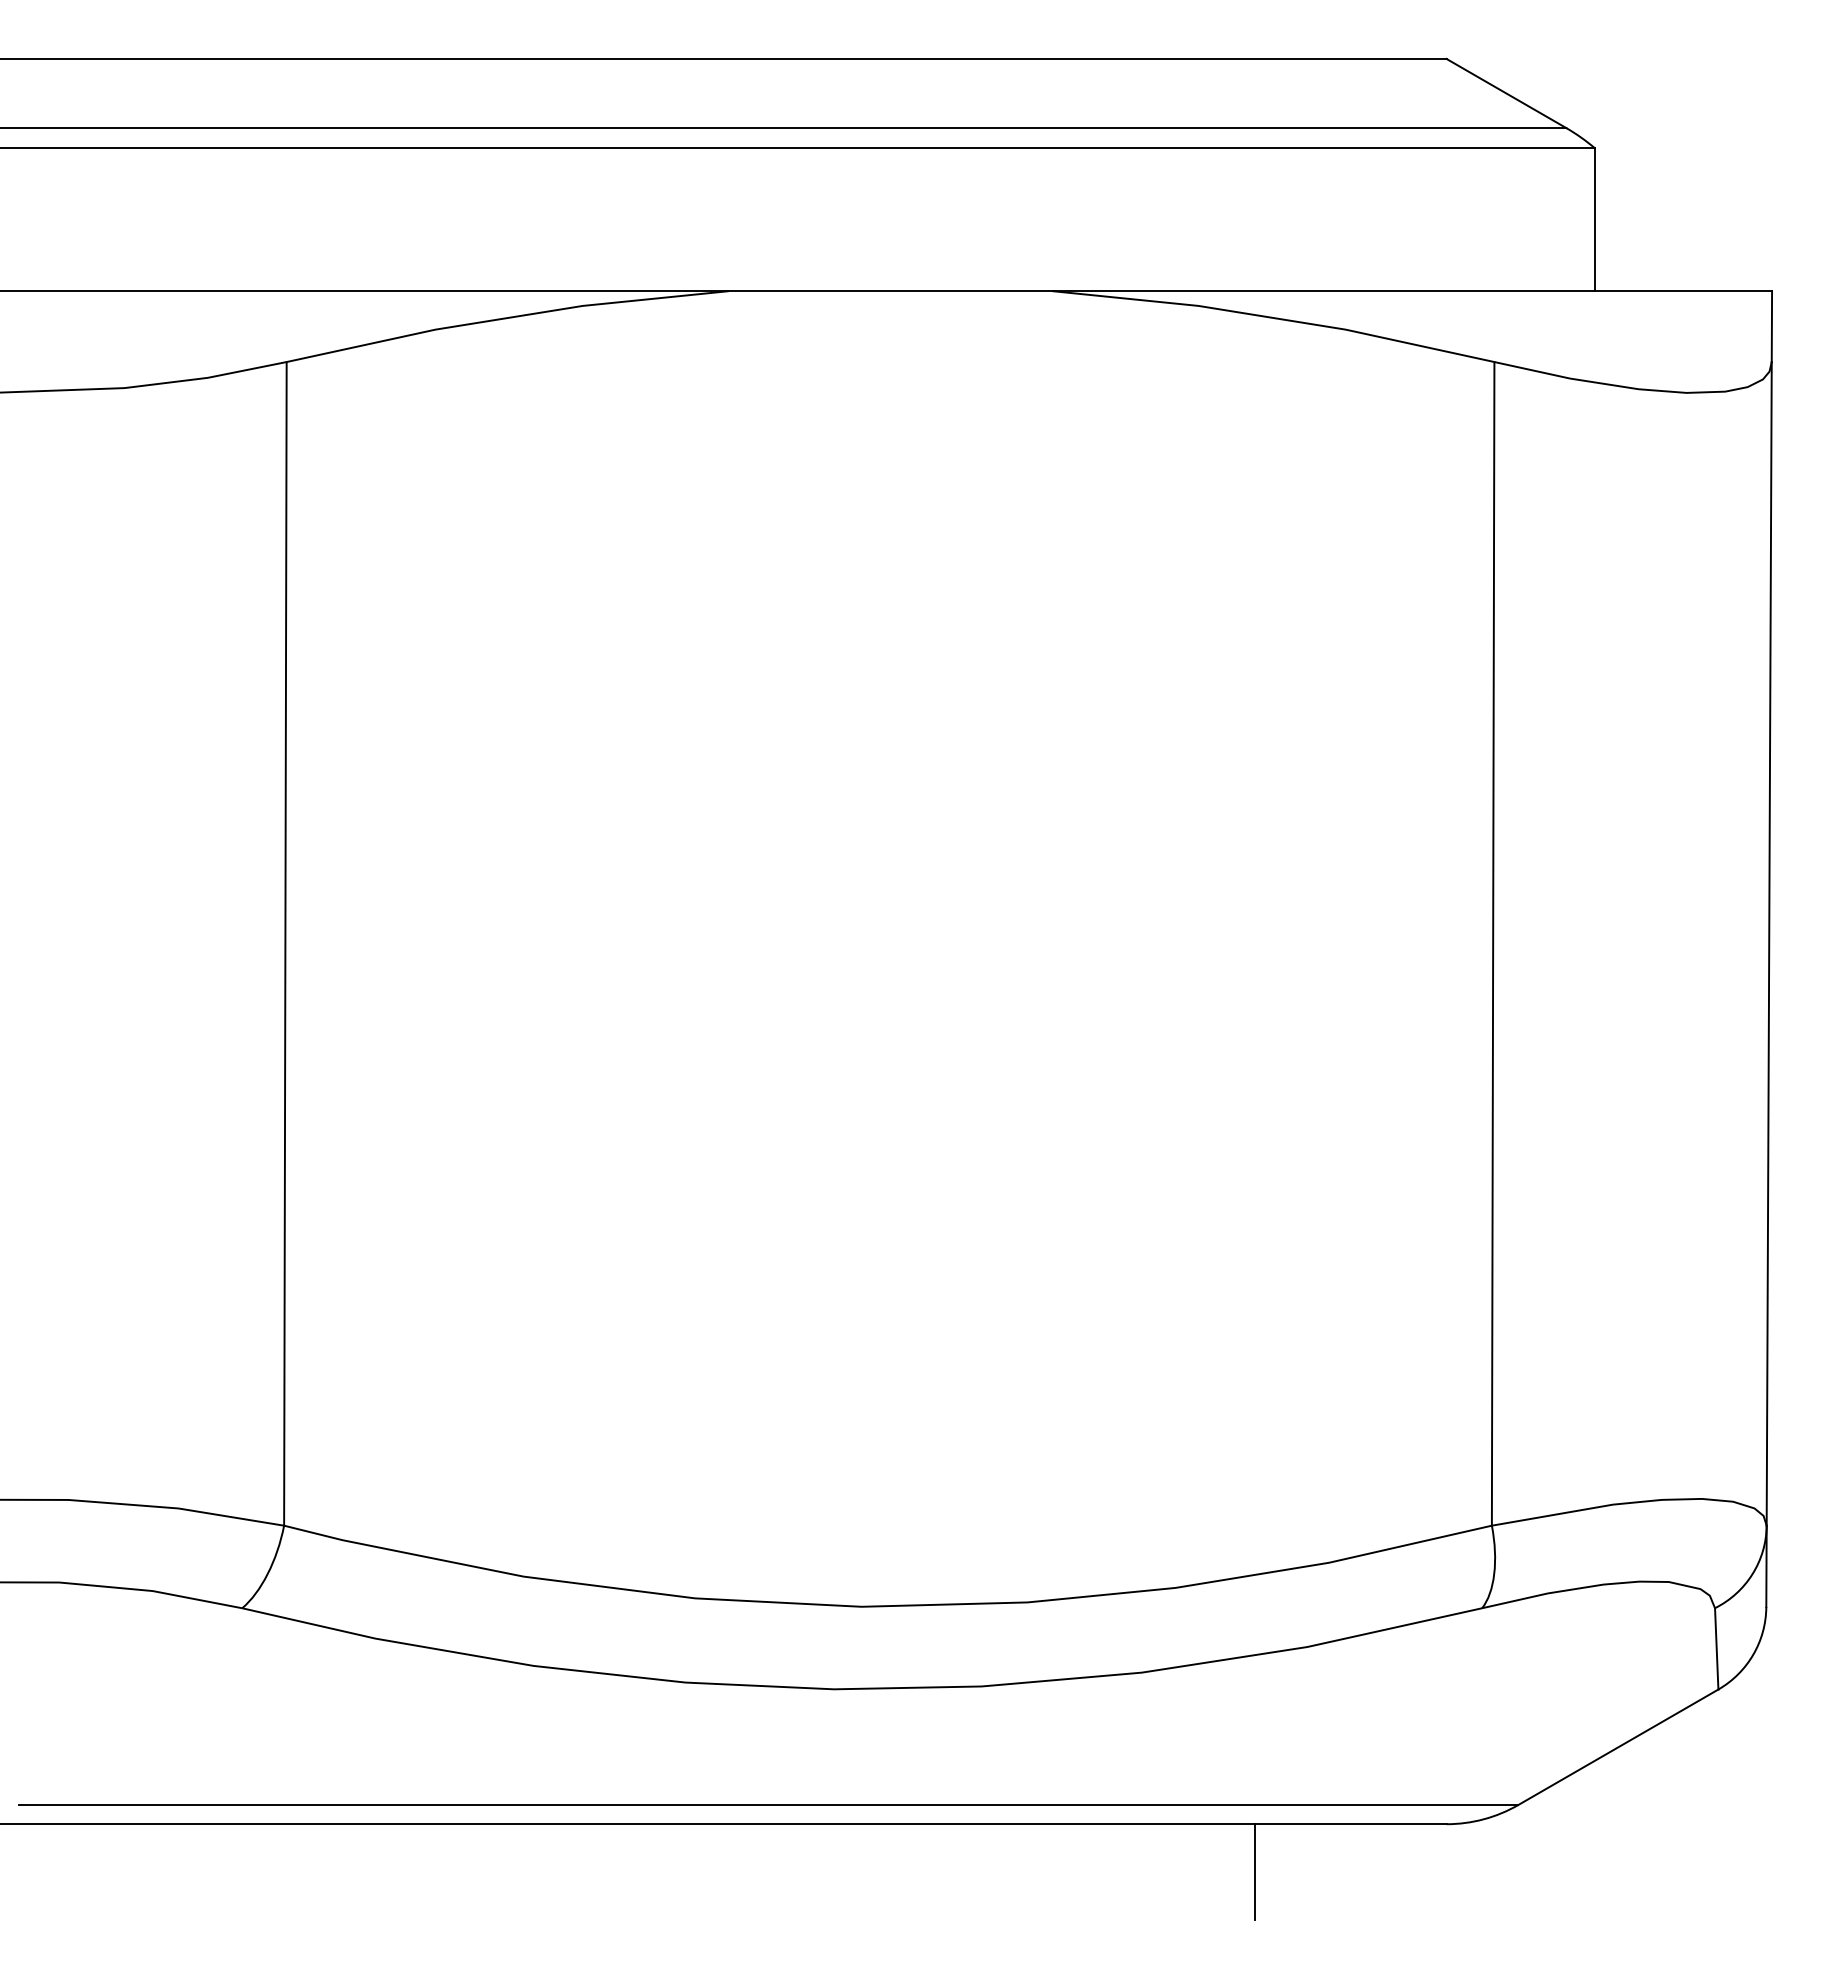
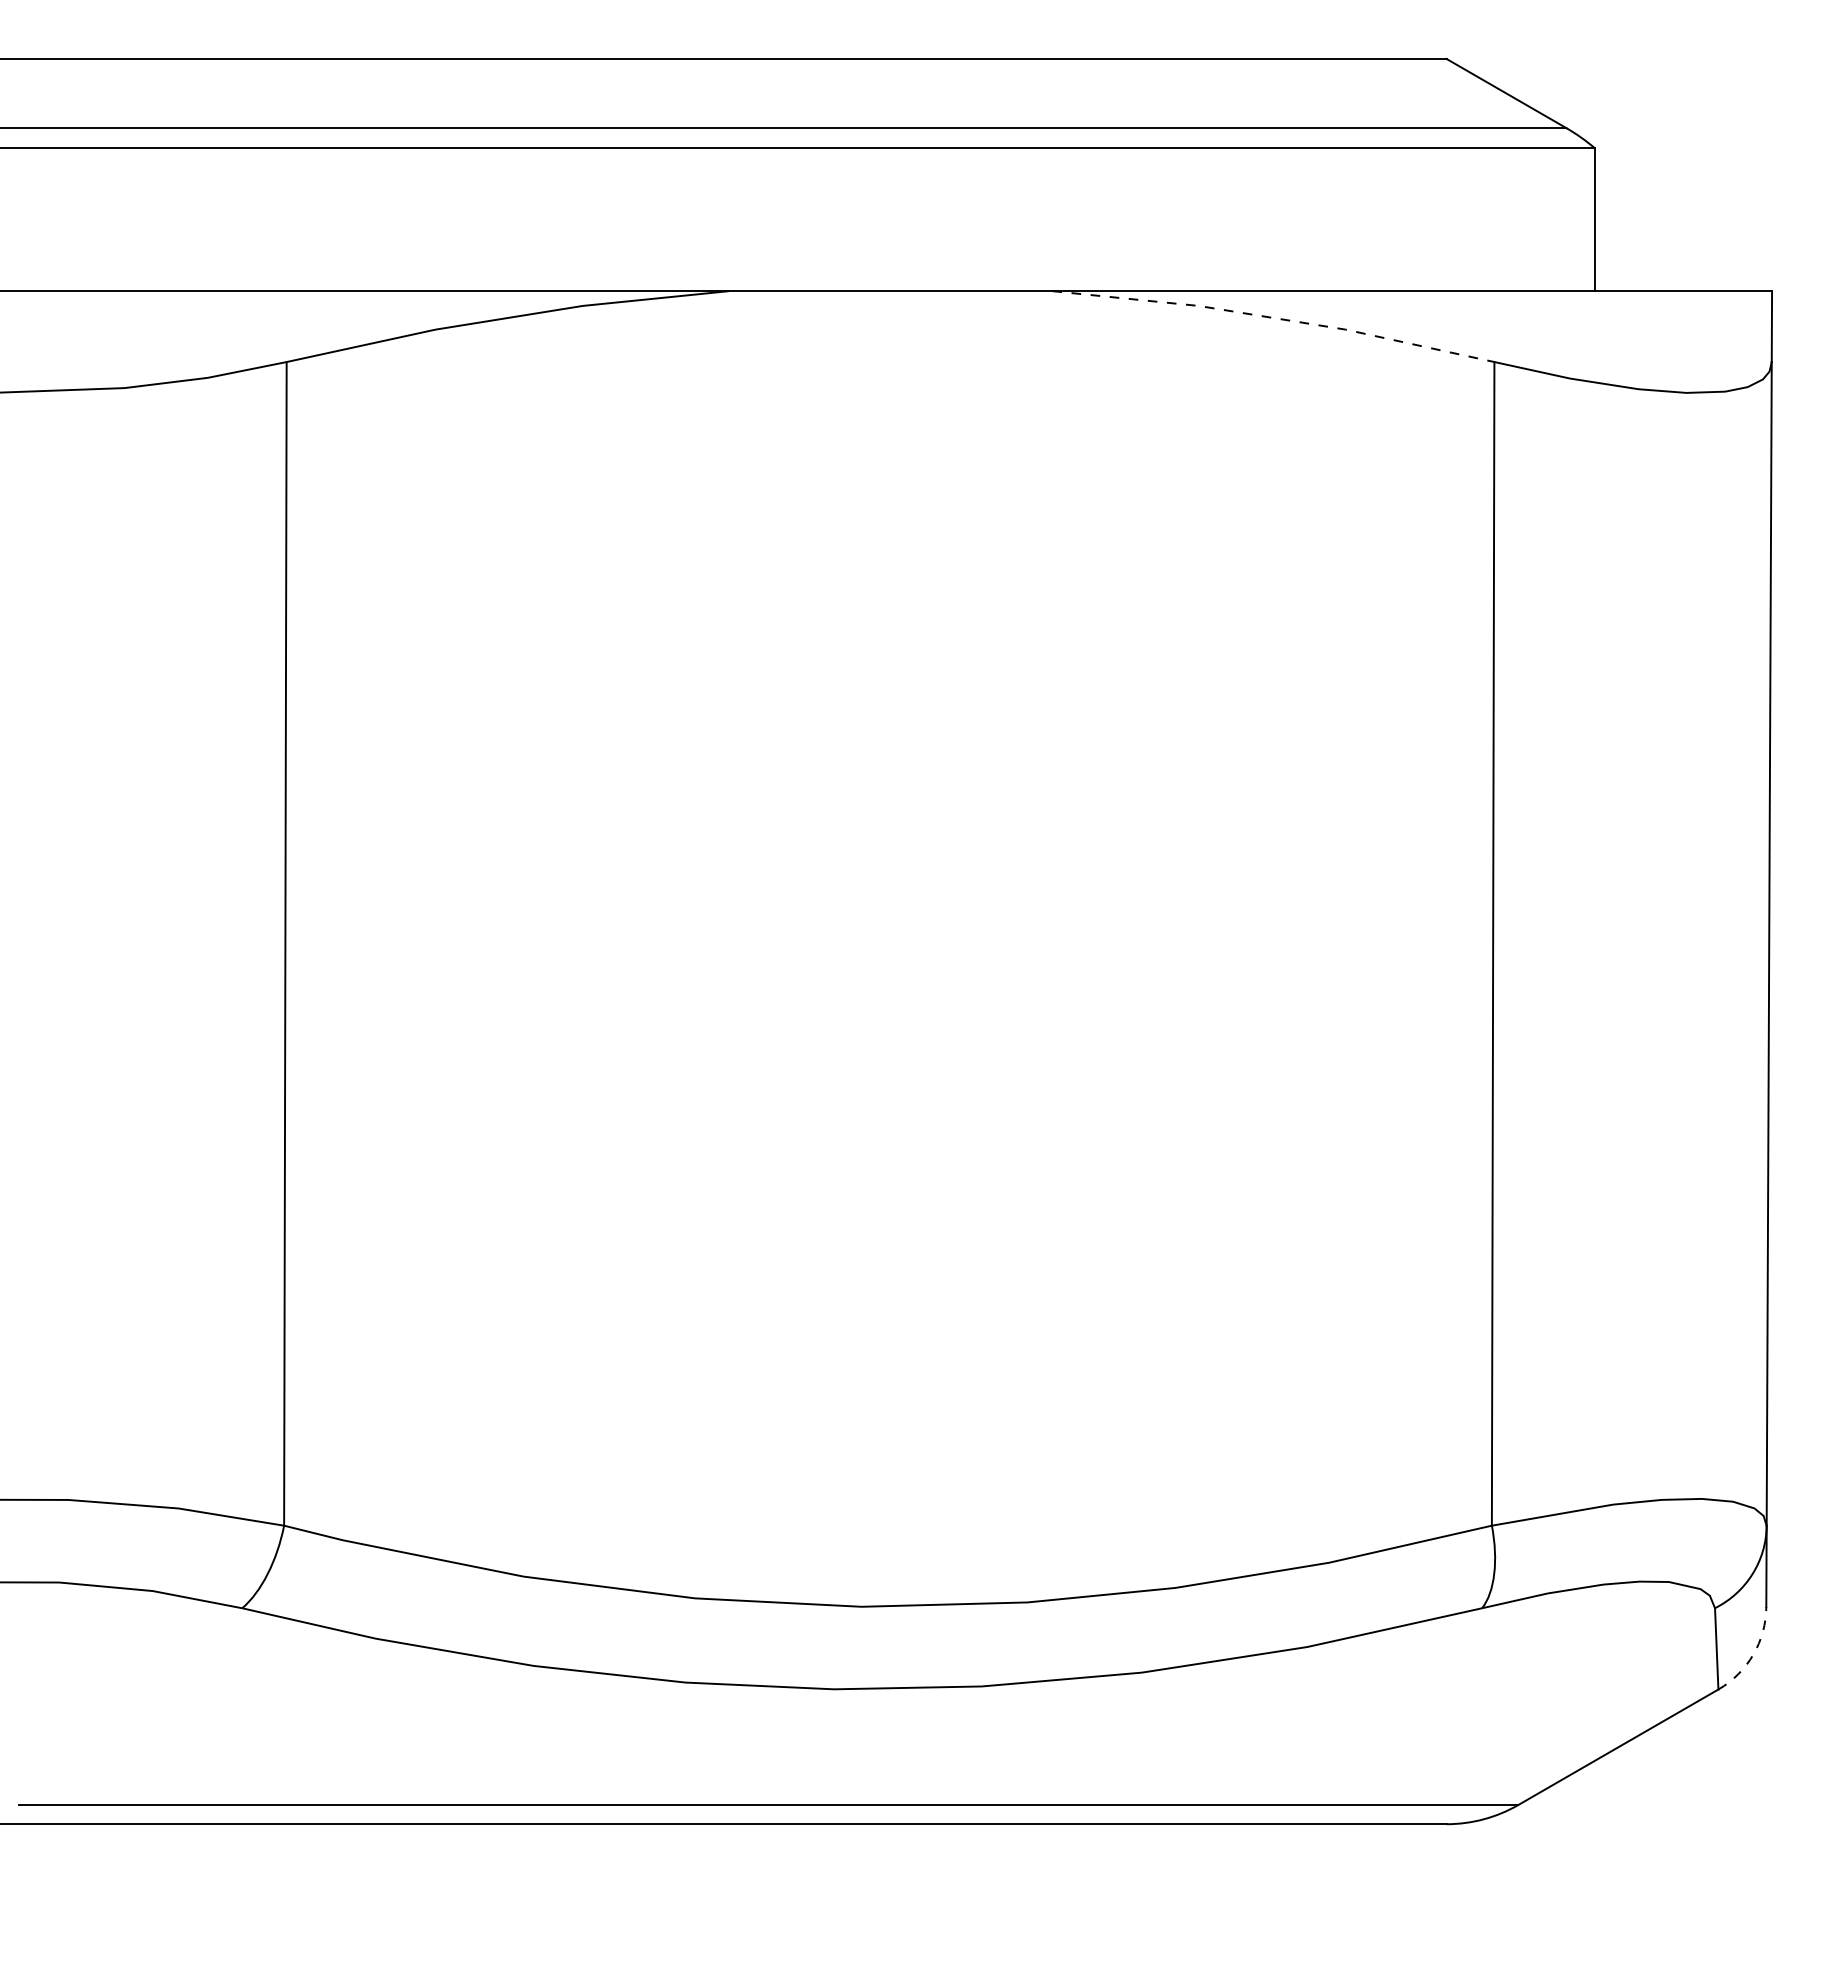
line at (1275, 318): solid -> dashed
arc at (1753, 1654): solid -> dashed
line at (1254, 1872): present -> none
